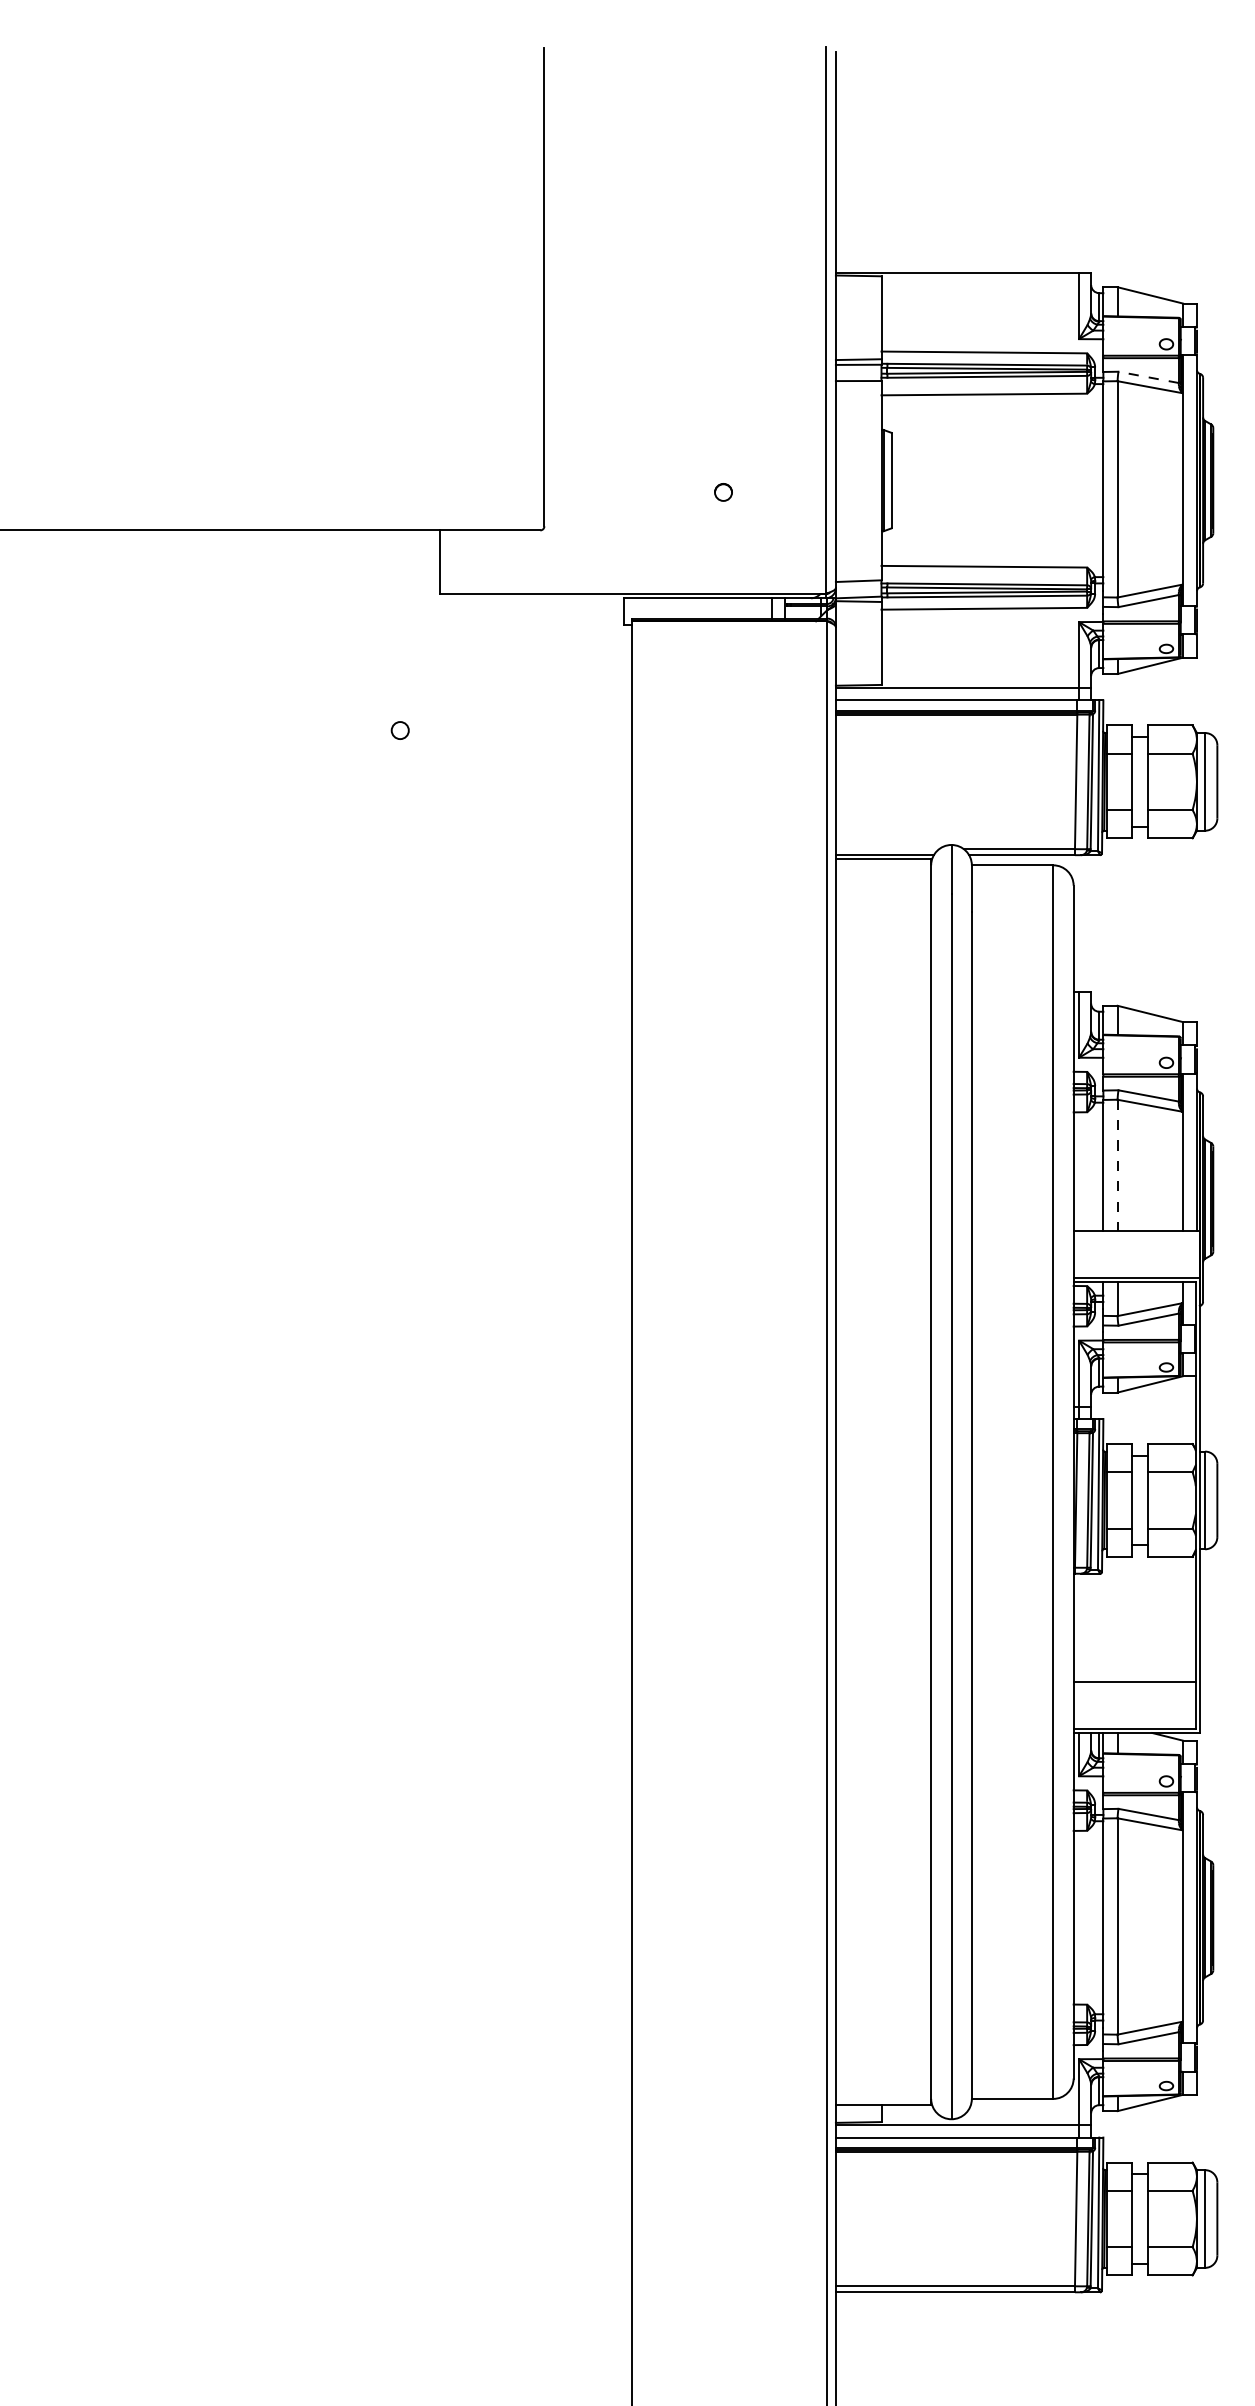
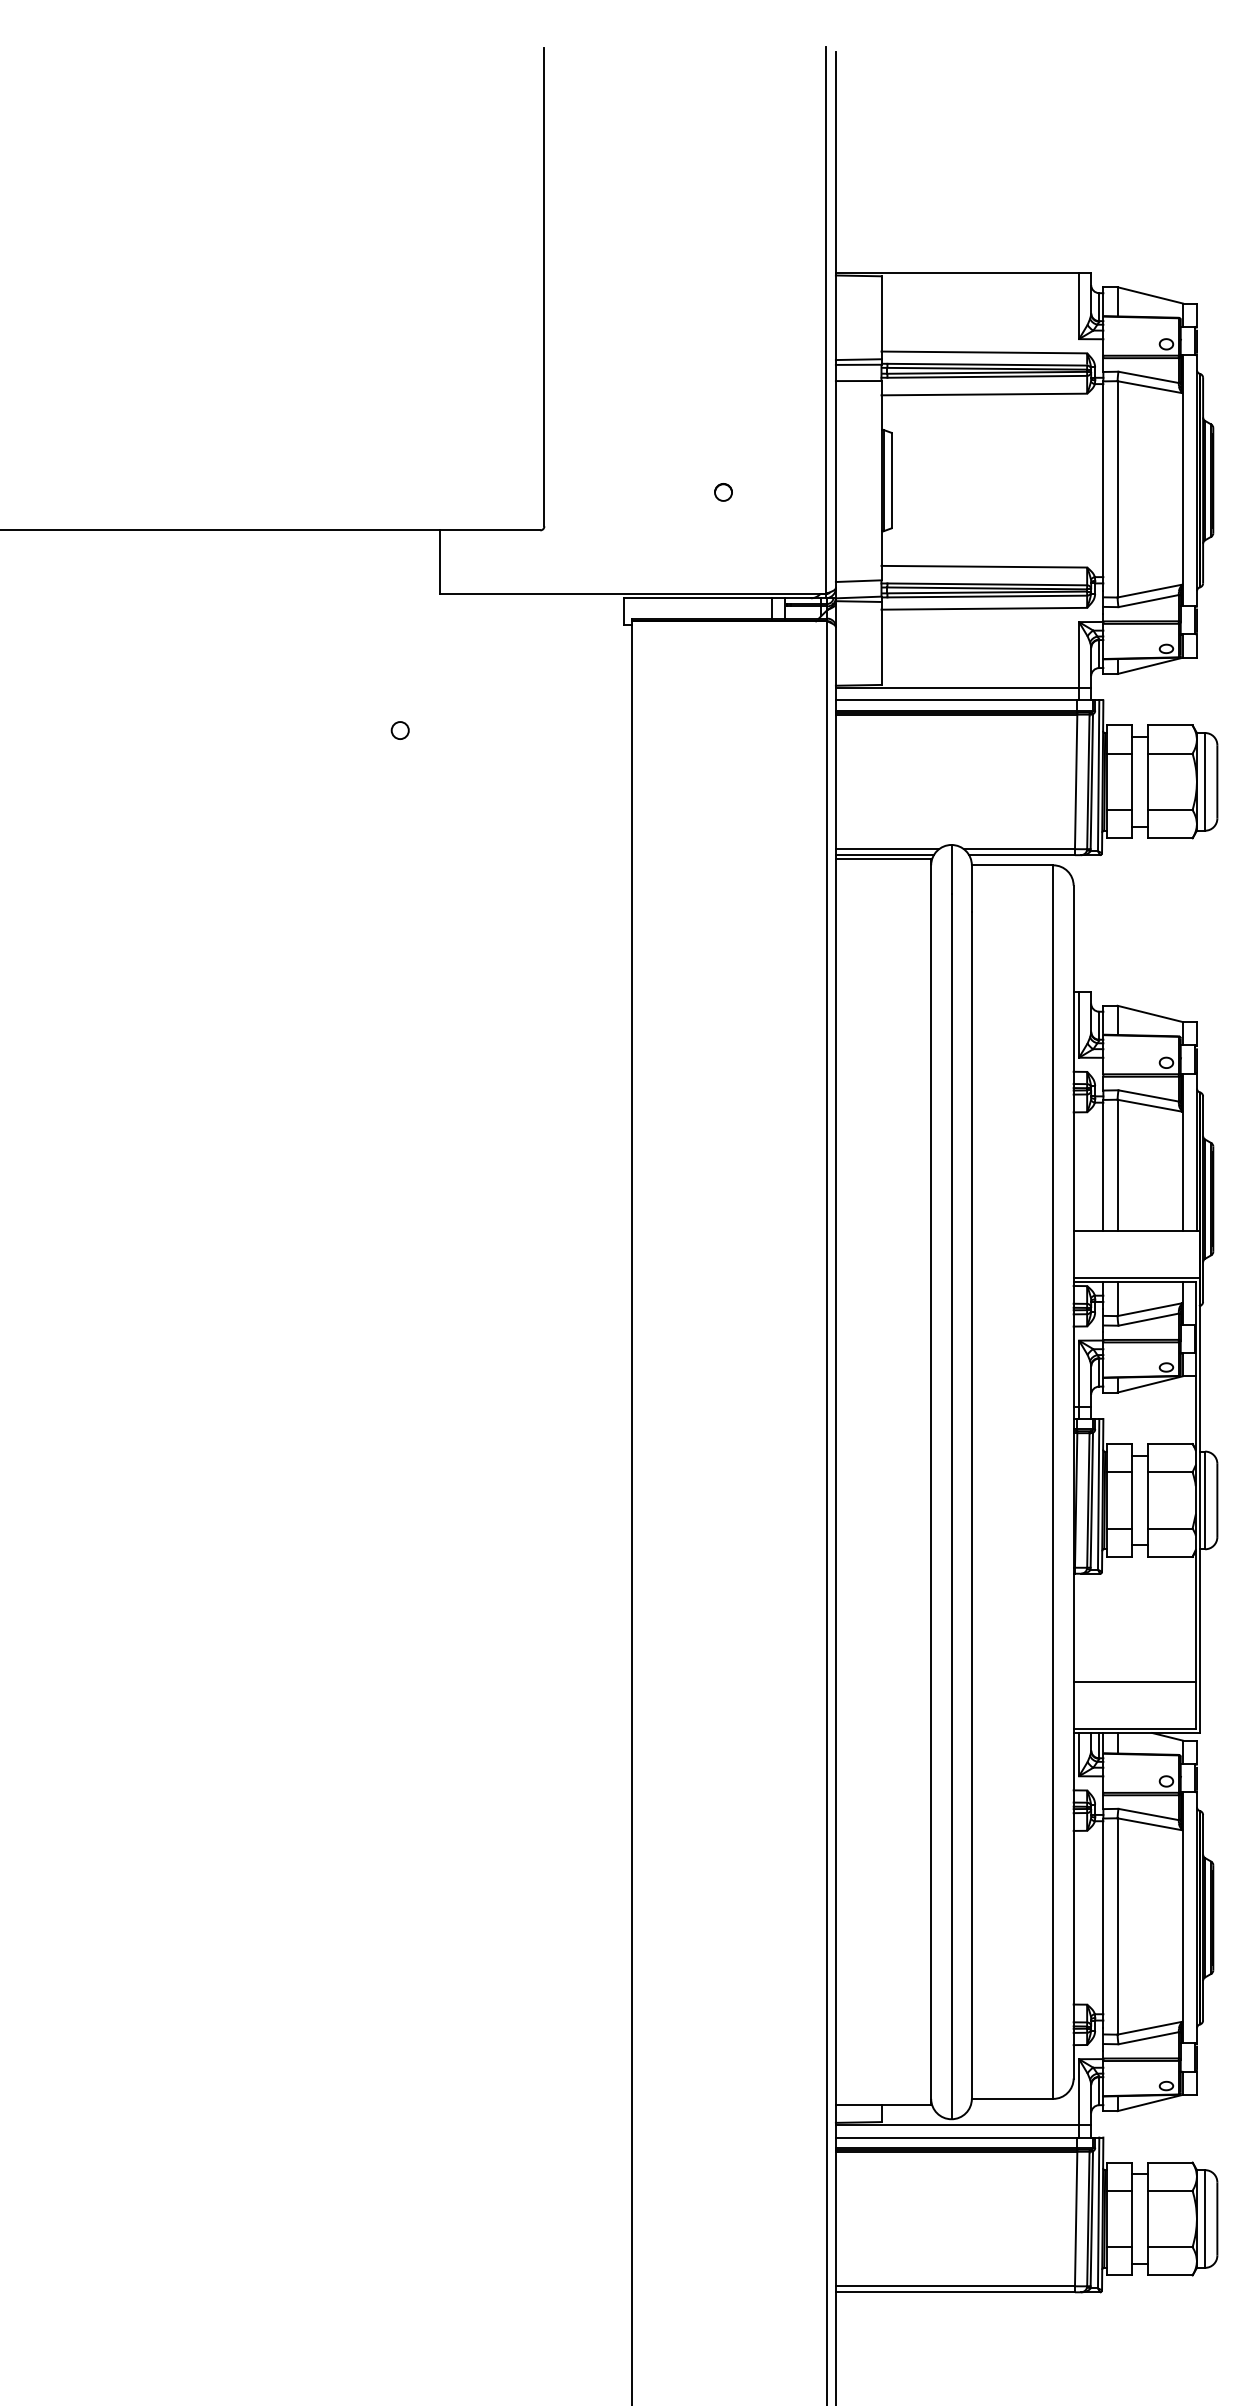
line at (1148, 377): dashed -> solid
line at (887, 849): none -> present
line at (1117, 1165): dashed -> solid
